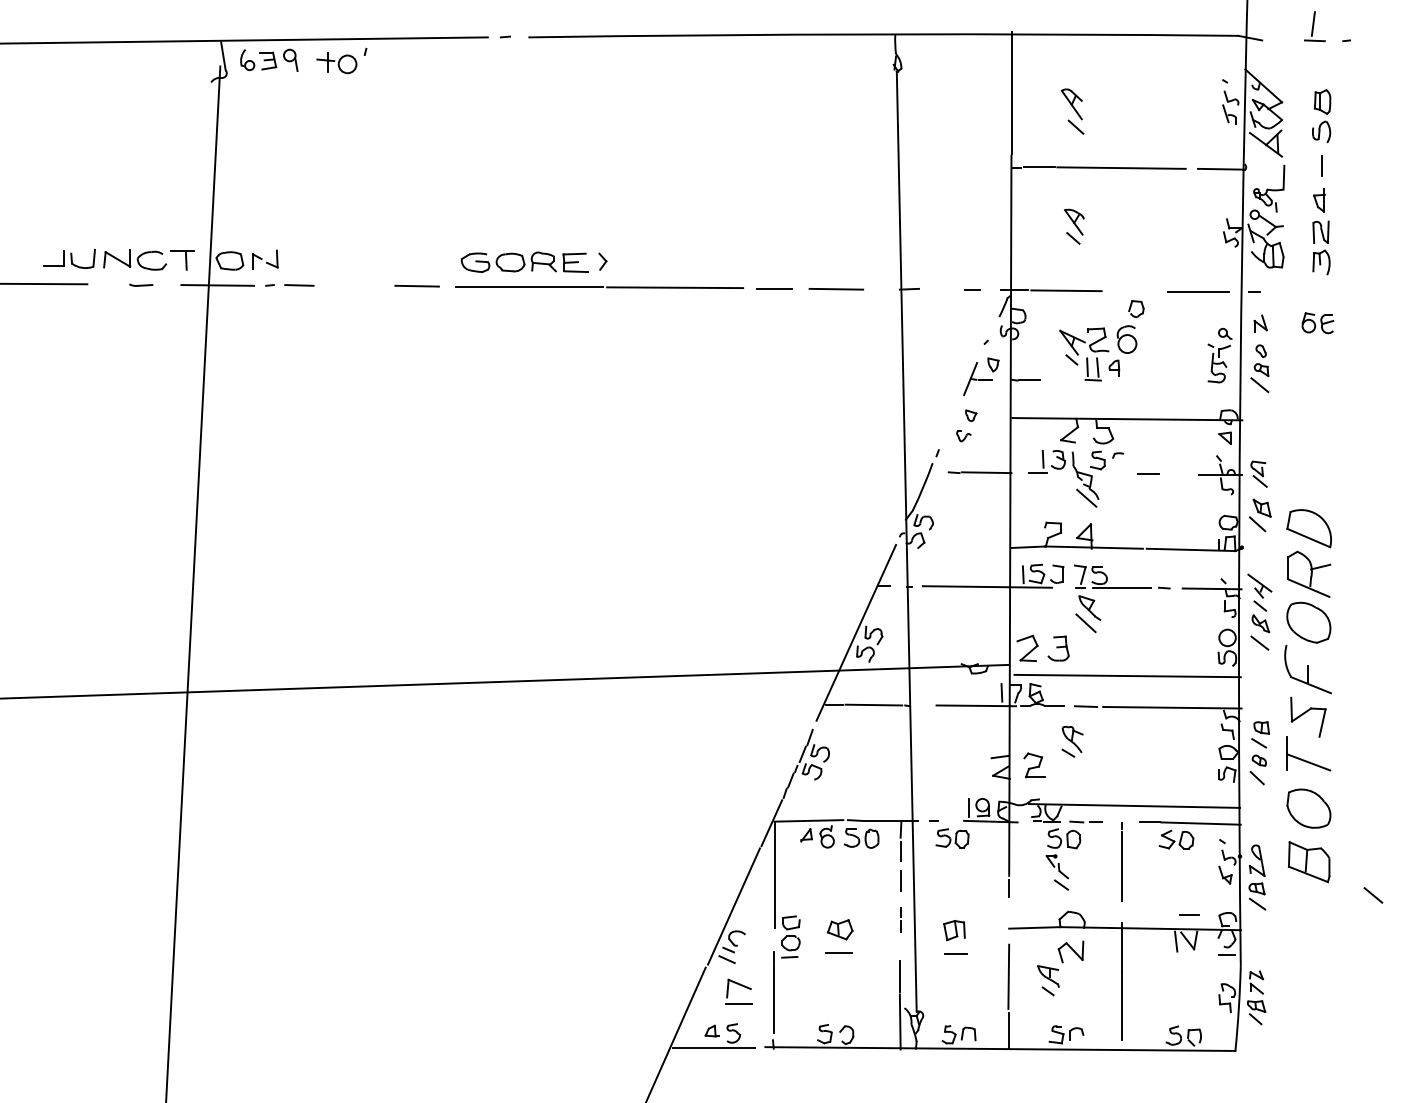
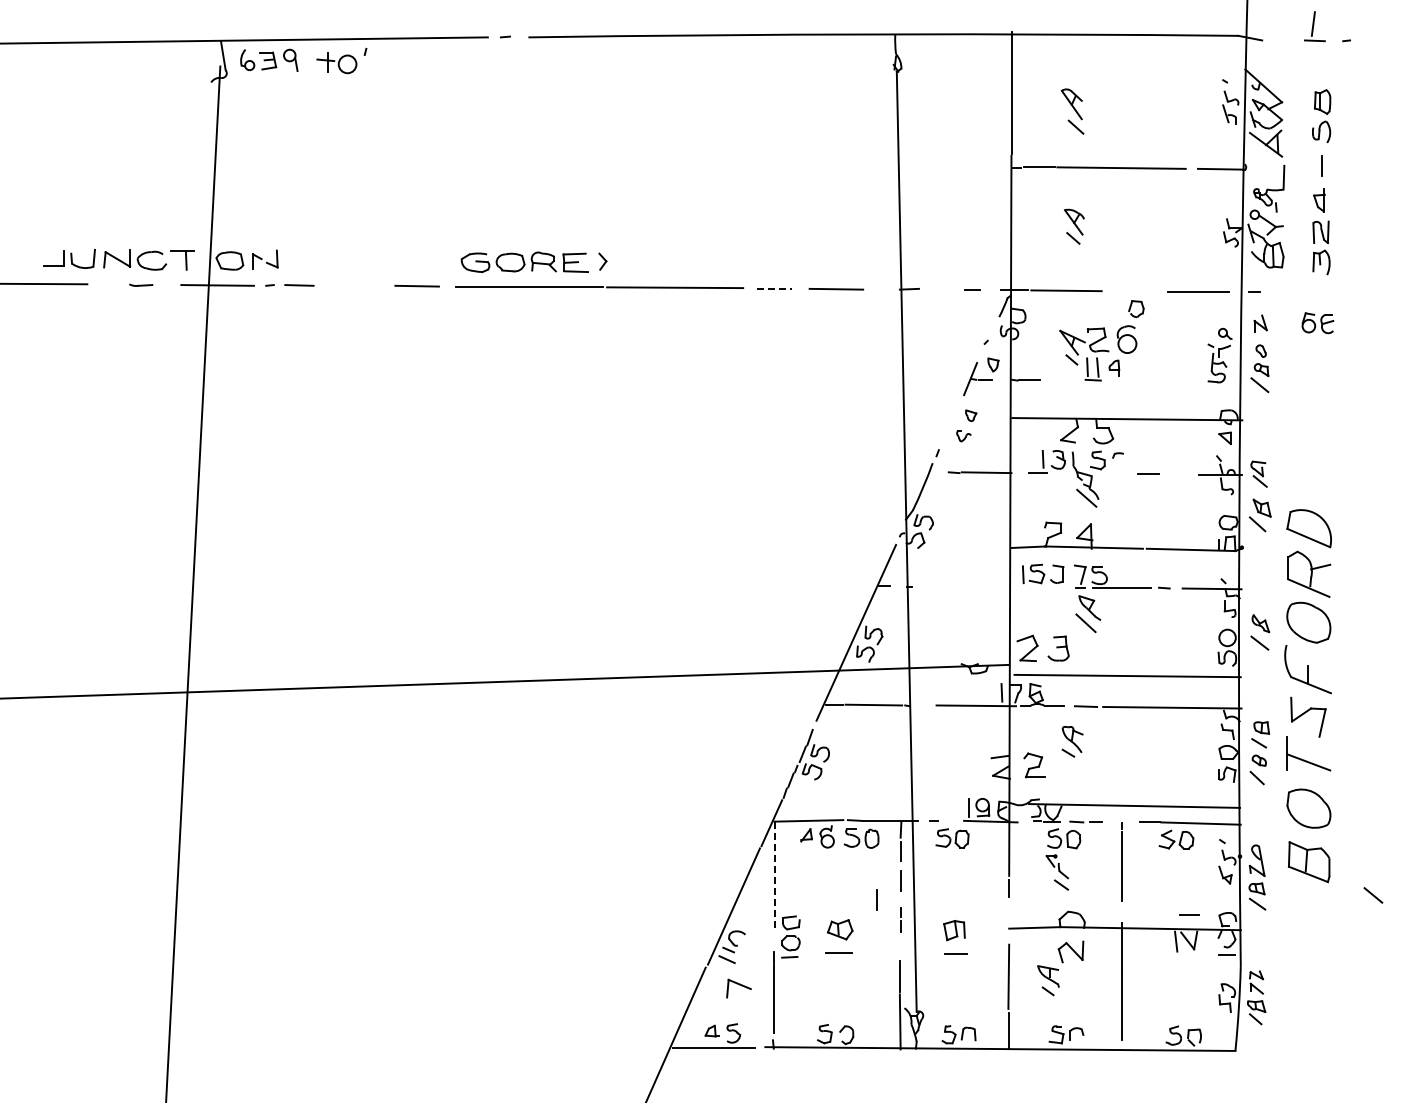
line at (774, 288): solid -> dashed
line at (986, 586): present -> none
part at (1259, 592): present -> none
line at (774, 875): solid -> dashed
line at (876, 899): none -> present
line at (738, 1003): present -> none
